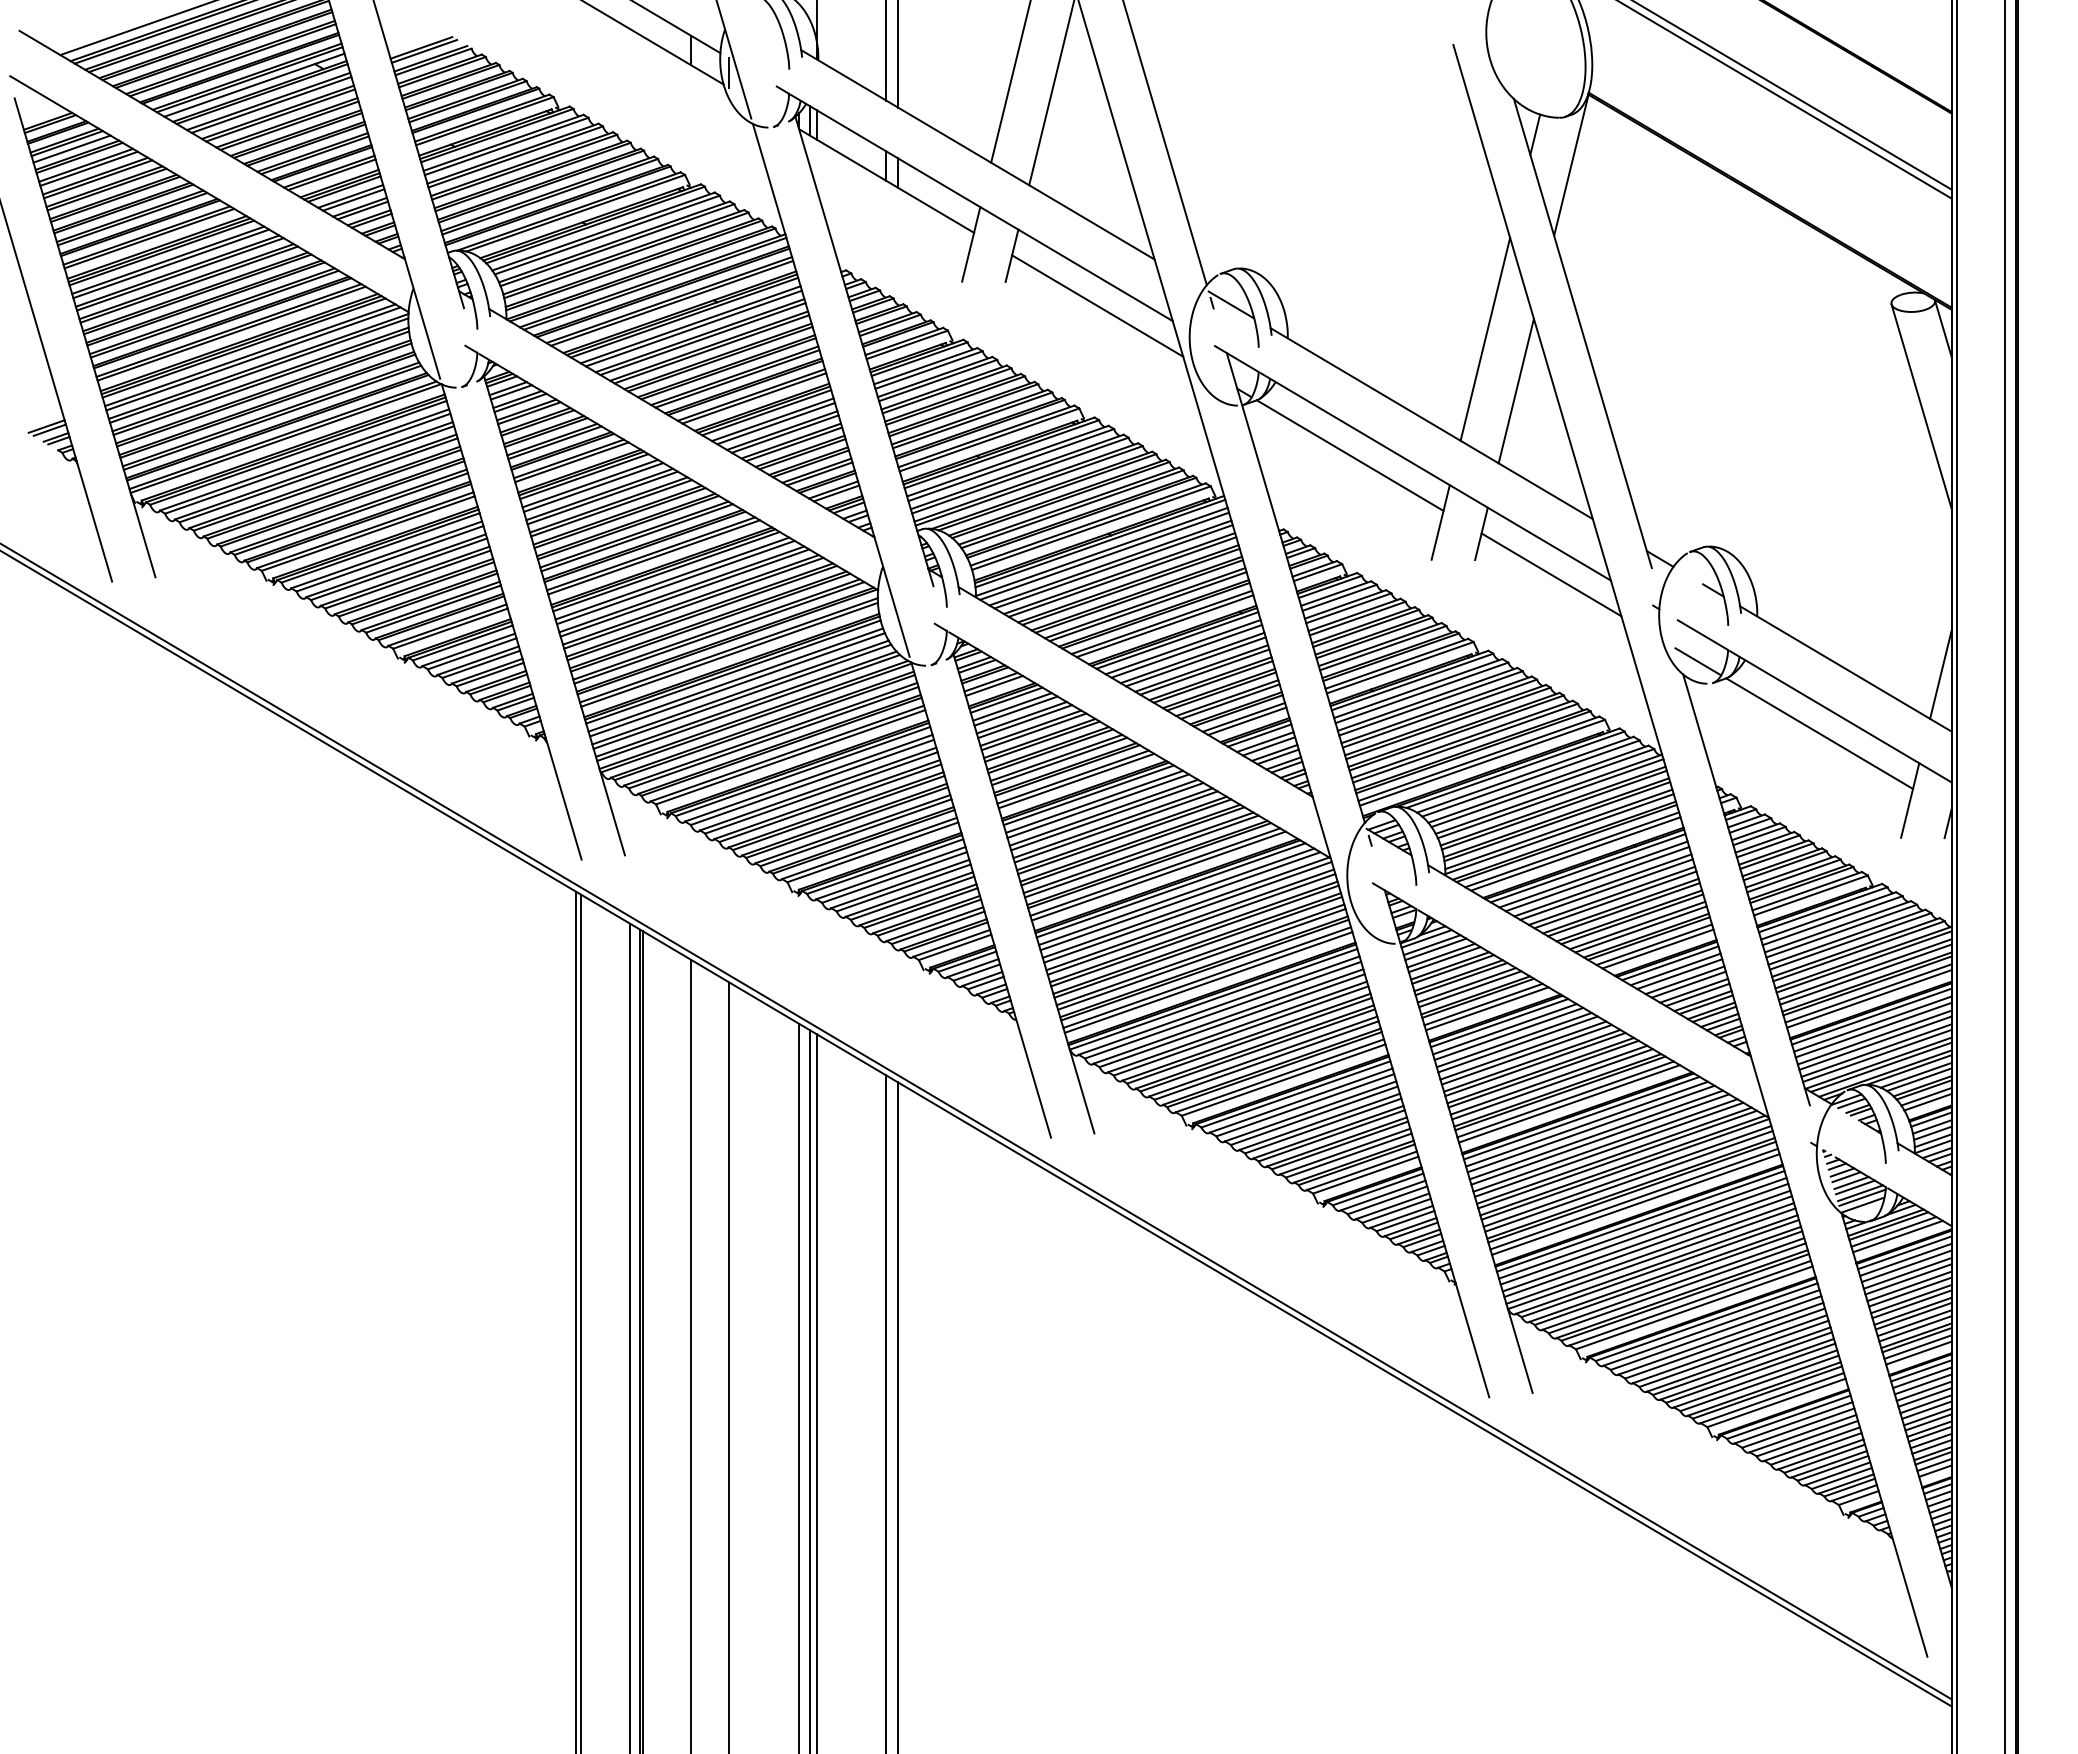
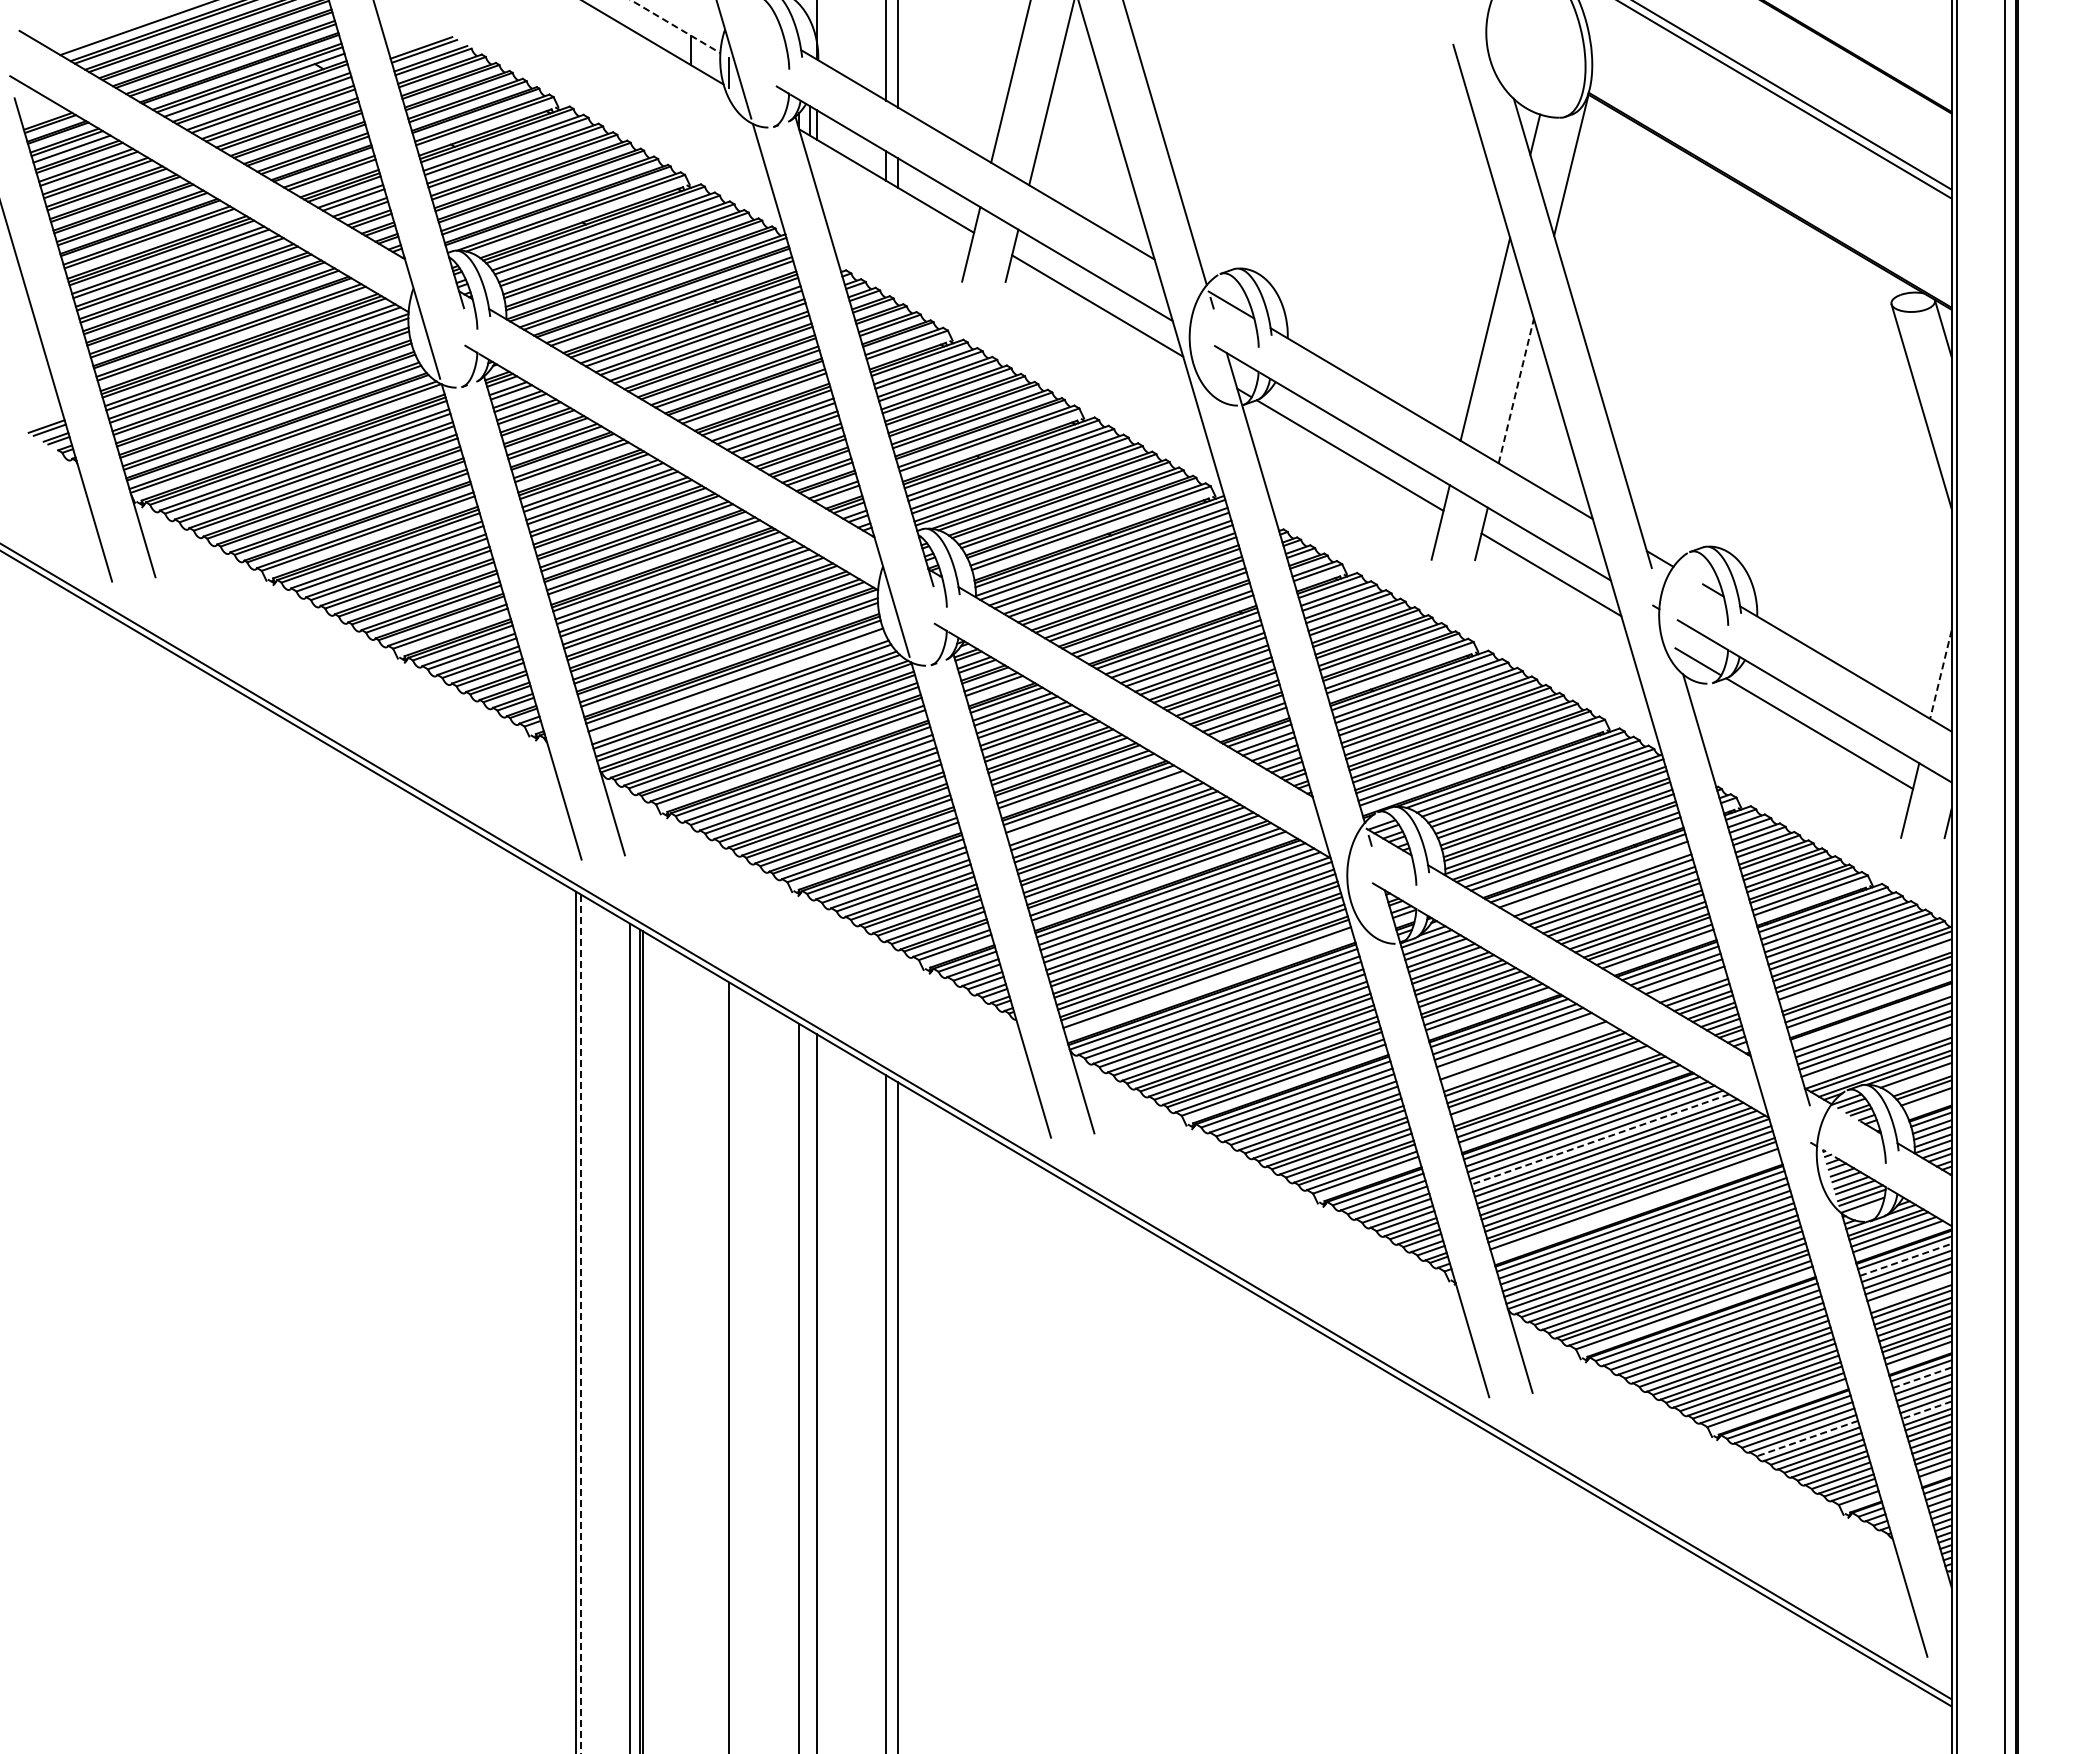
line at (675, 26): solid -> dashed
line at (1516, 390): solid -> dashed
line at (1940, 675): solid -> dashed
line at (737, 684): present -> none
line at (1098, 805): present -> none
line at (1597, 878): present -> none
line at (1865, 974): present -> none
line at (1208, 982): present -> none
line at (1688, 984): present -> none
line at (1871, 1016): present -> none
line at (1517, 1044): present -> none
line at (1526, 1054): present -> none
line at (1877, 1055): present -> none
line at (1918, 1079): present -> none
line at (1552, 1084): present -> none
line at (1927, 1101): present -> none
line at (1600, 1139): solid -> dashed
line at (1635, 1204): present -> none
line at (1905, 1259): solid -> dashed
line at (1910, 1291): present -> none
line at (581, 1324): solid -> dashed
line at (691, 1354): present -> none
line at (1922, 1377): solid -> dashed
line at (809, 1390): present -> none
line at (1926, 1410): solid -> dashed
line at (1807, 1438): solid -> dashed
